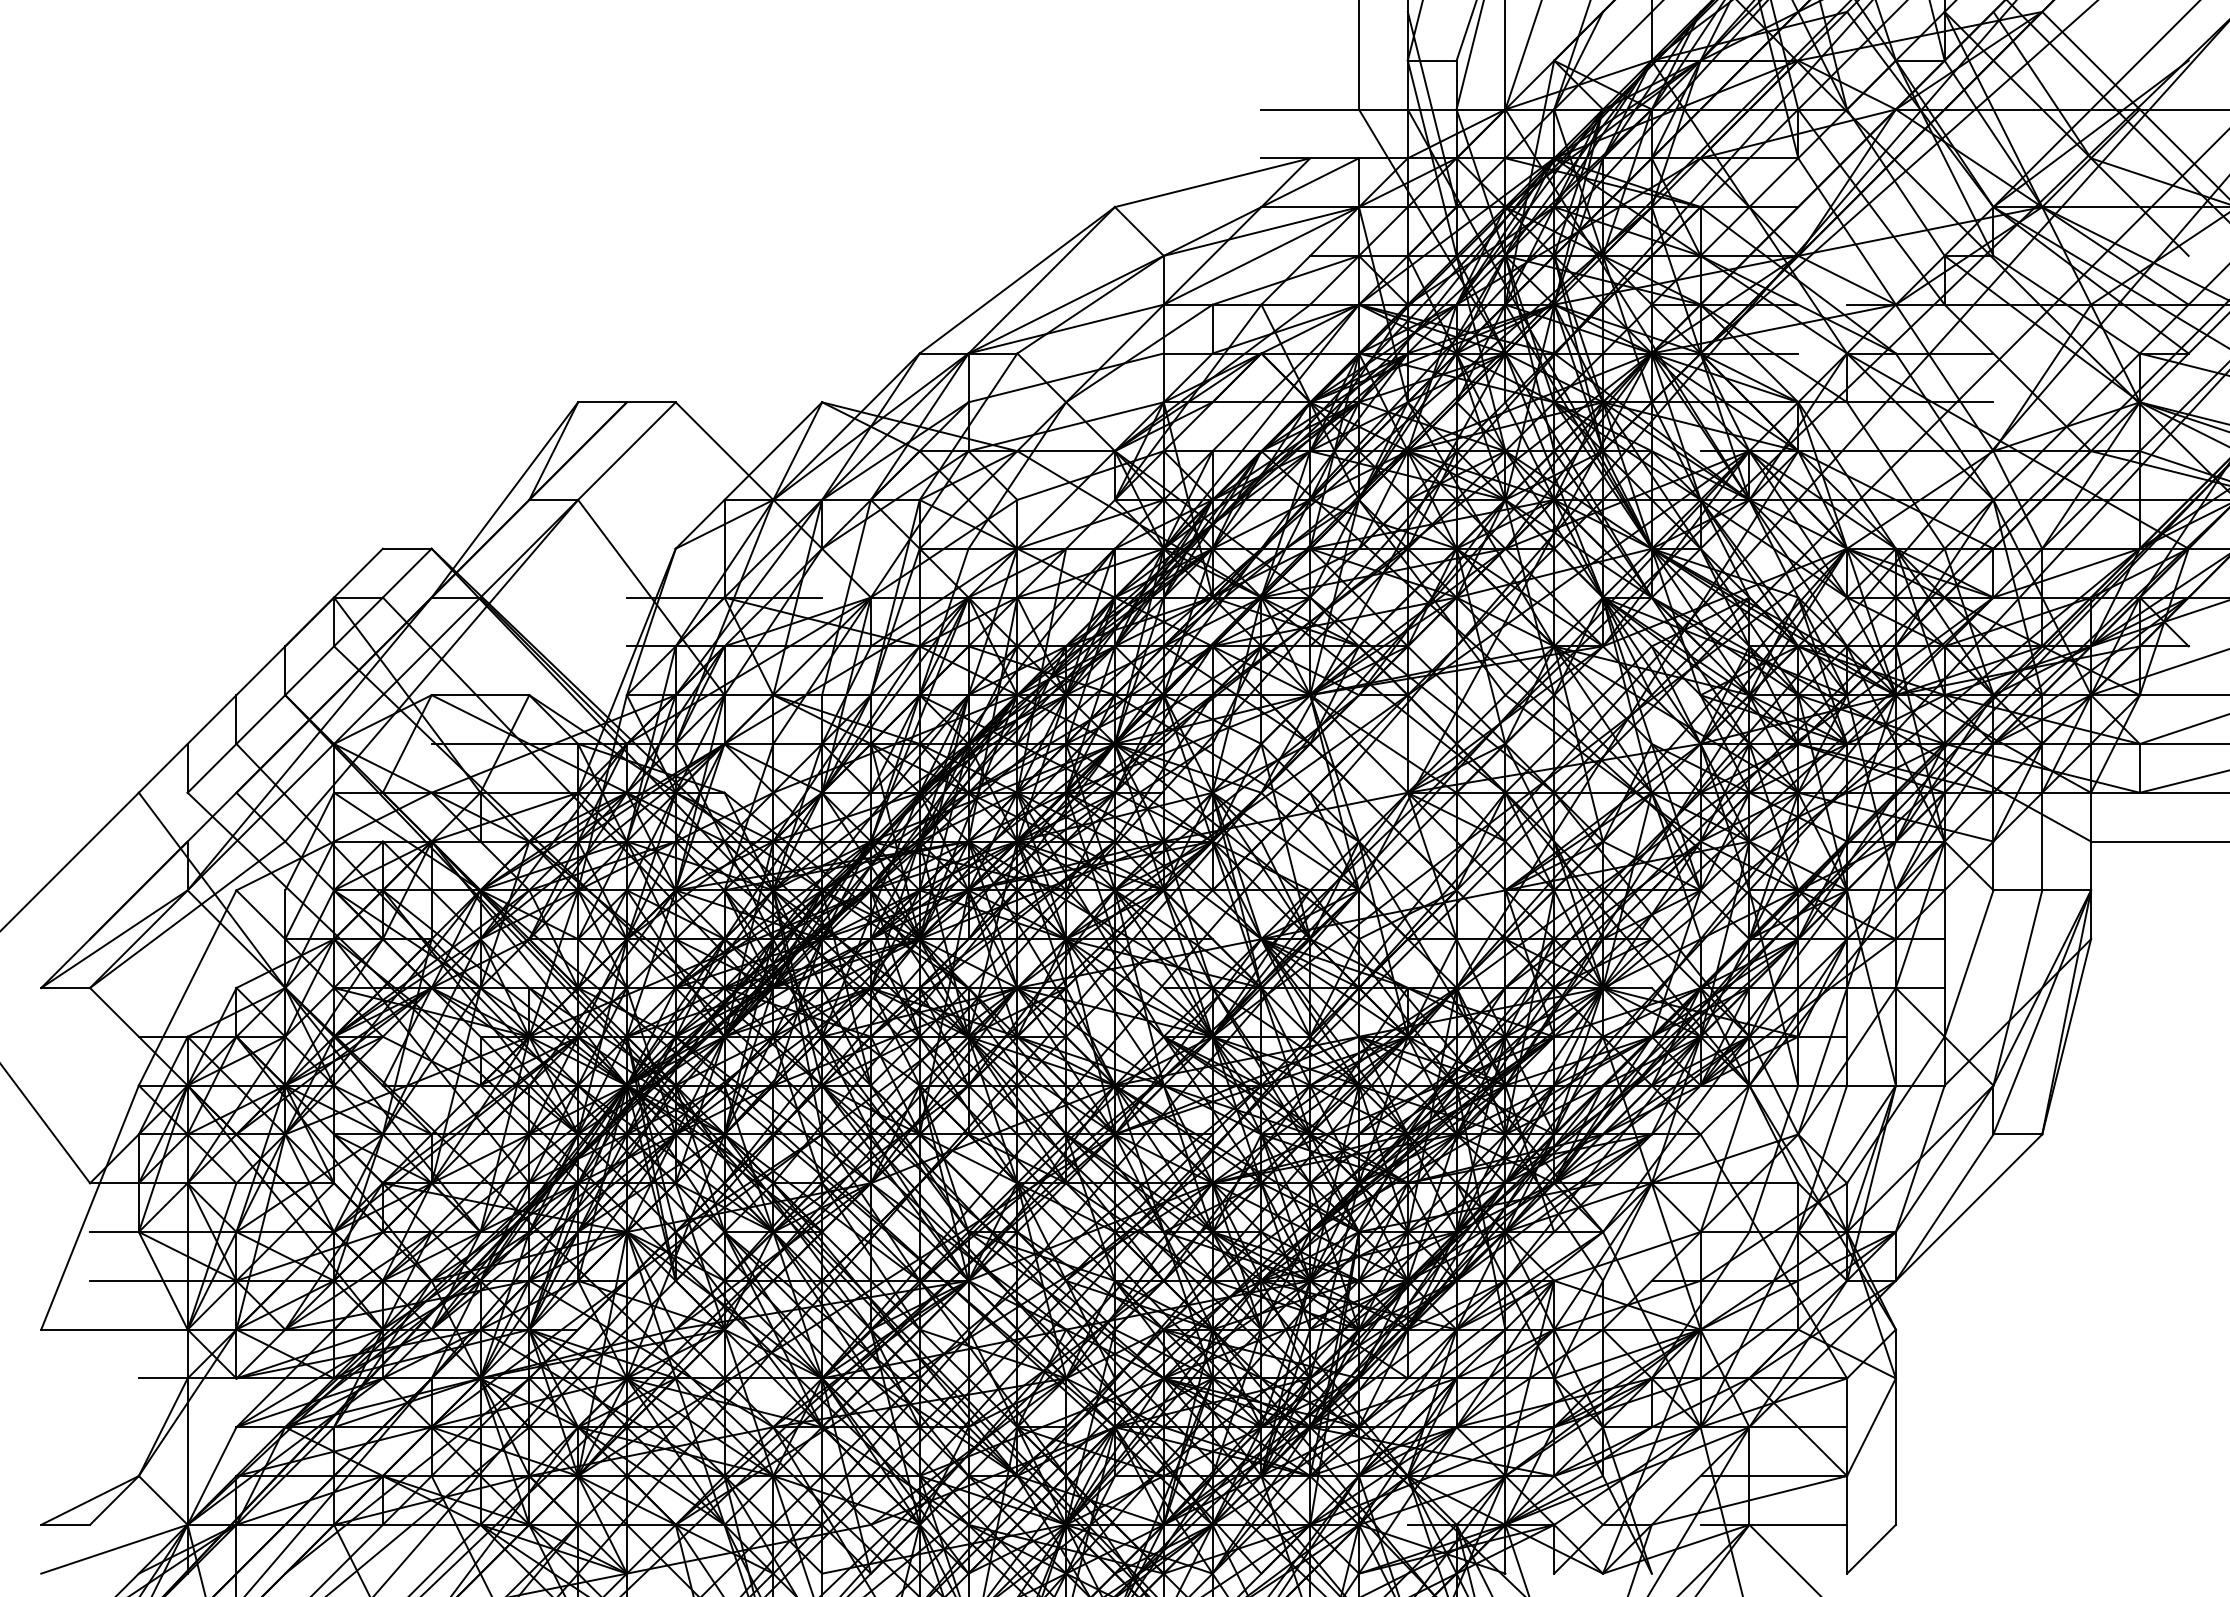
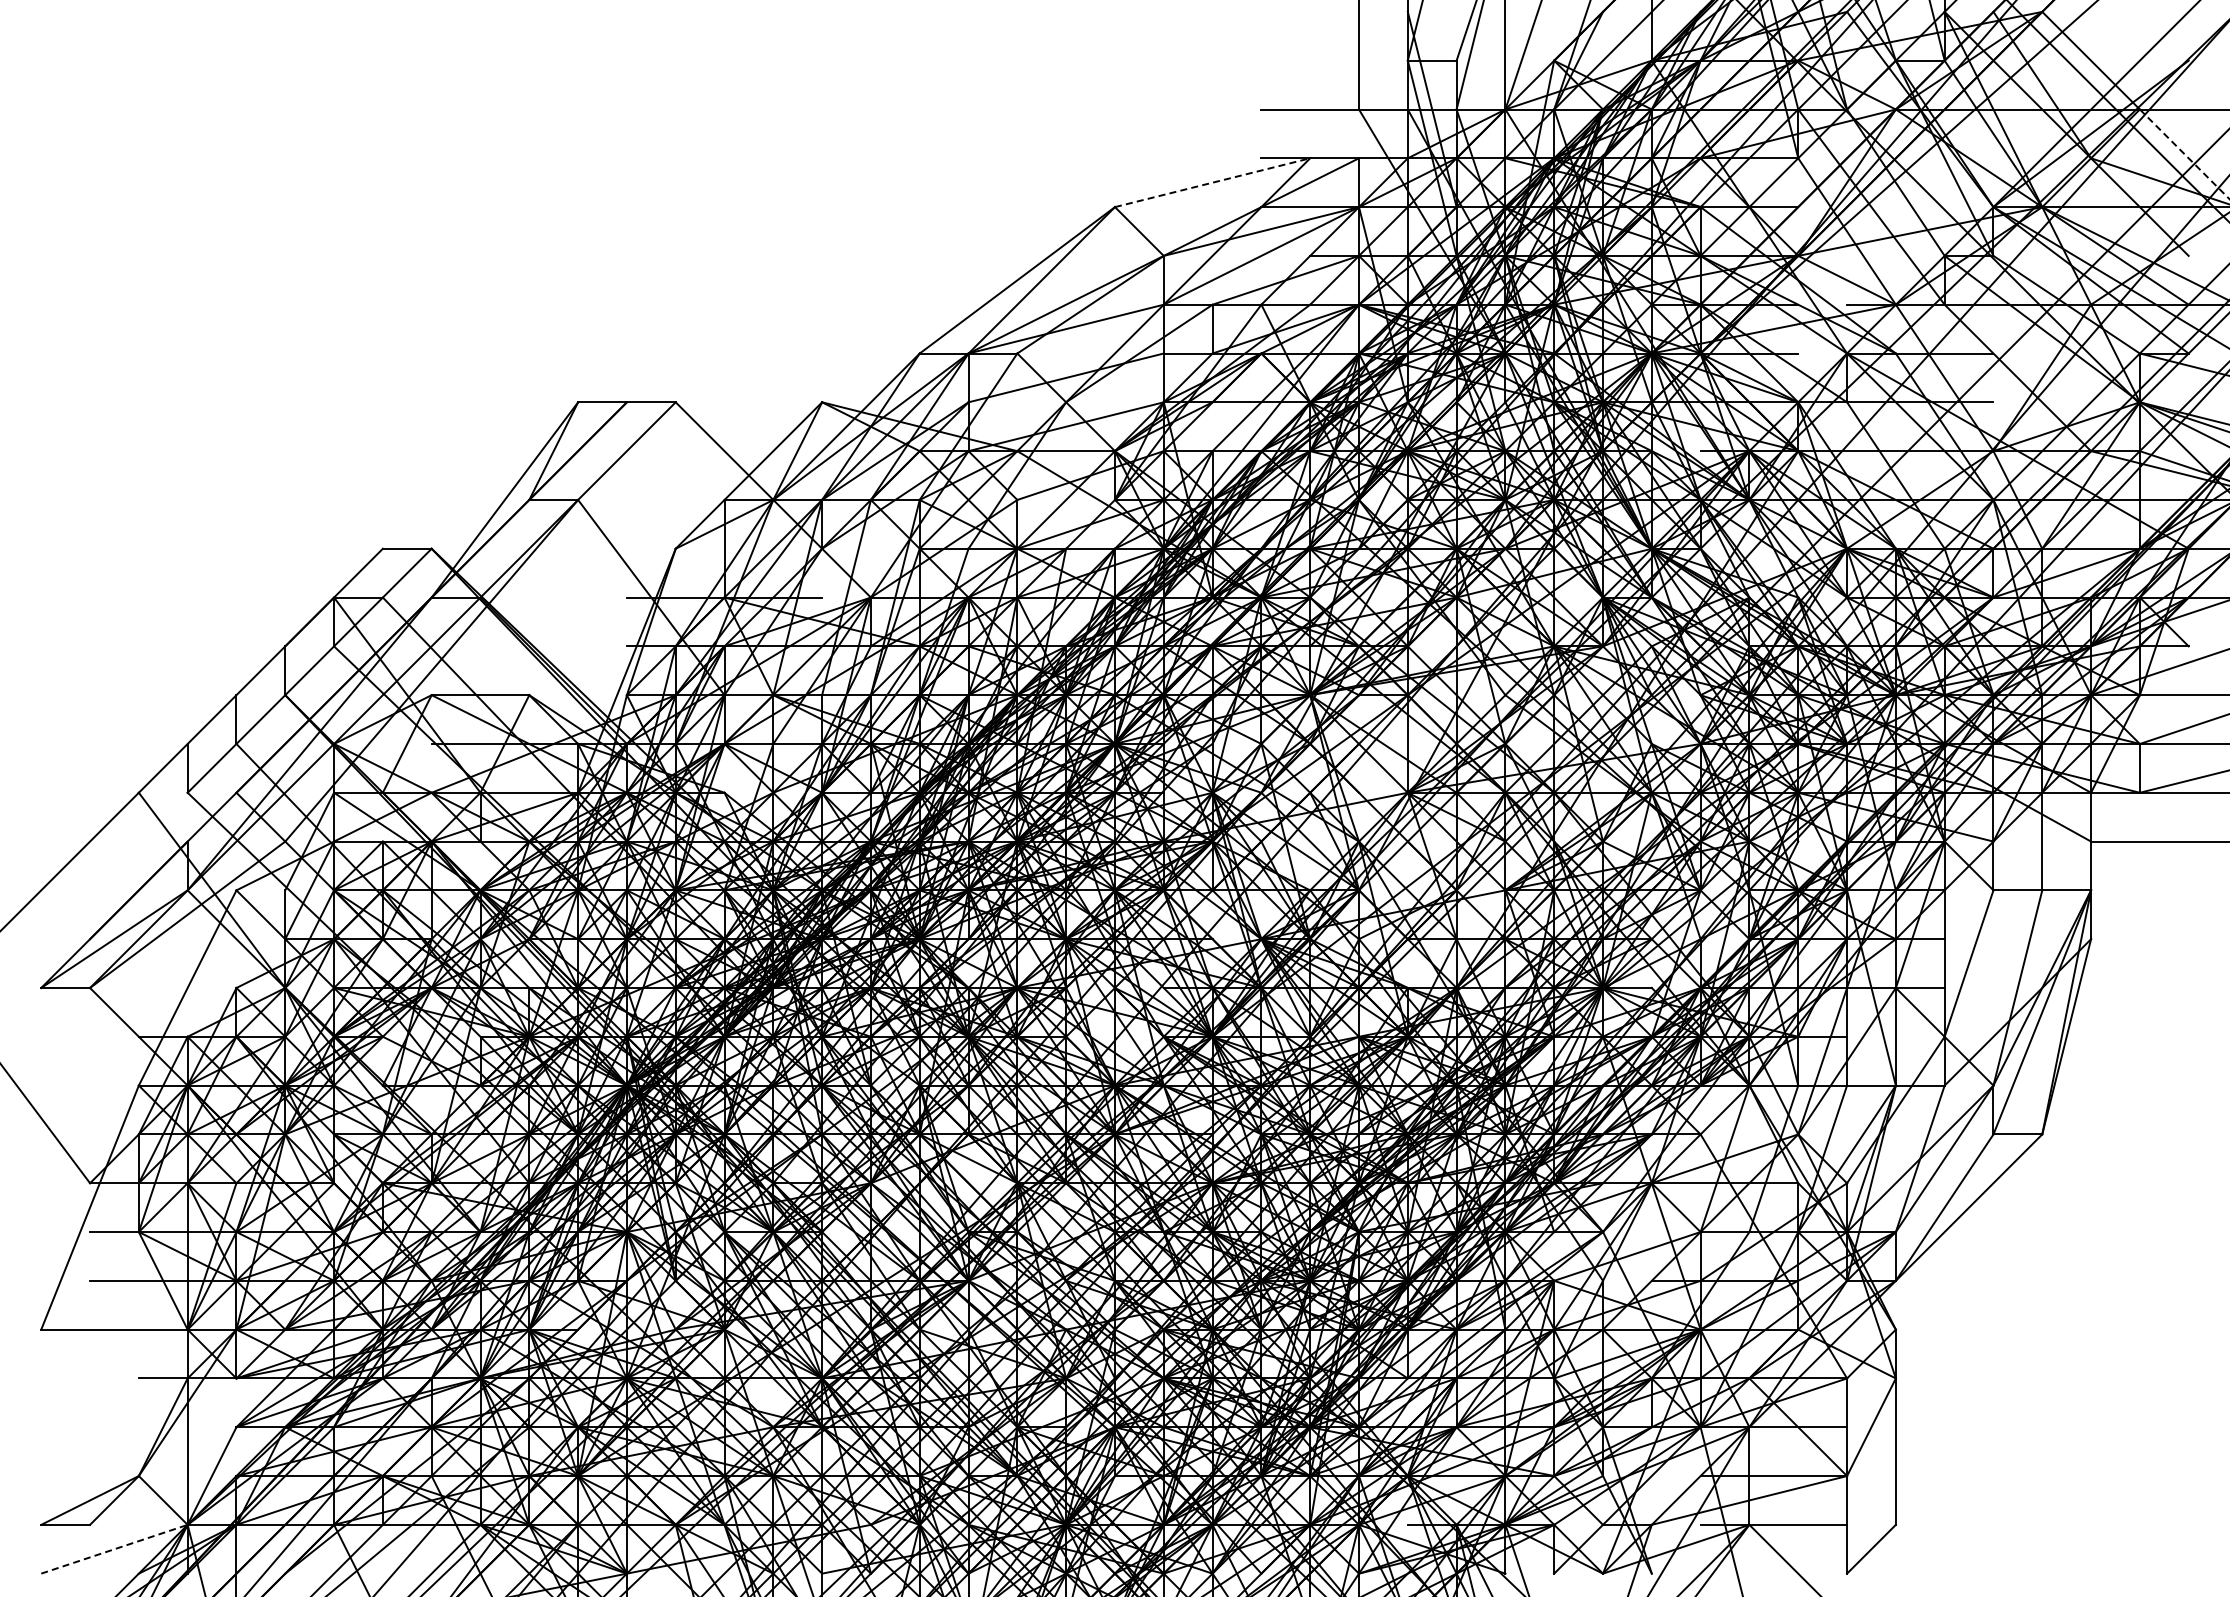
line at (2184, 154): solid -> dashed
line at (1212, 182): solid -> dashed
line at (114, 1549): solid -> dashed
